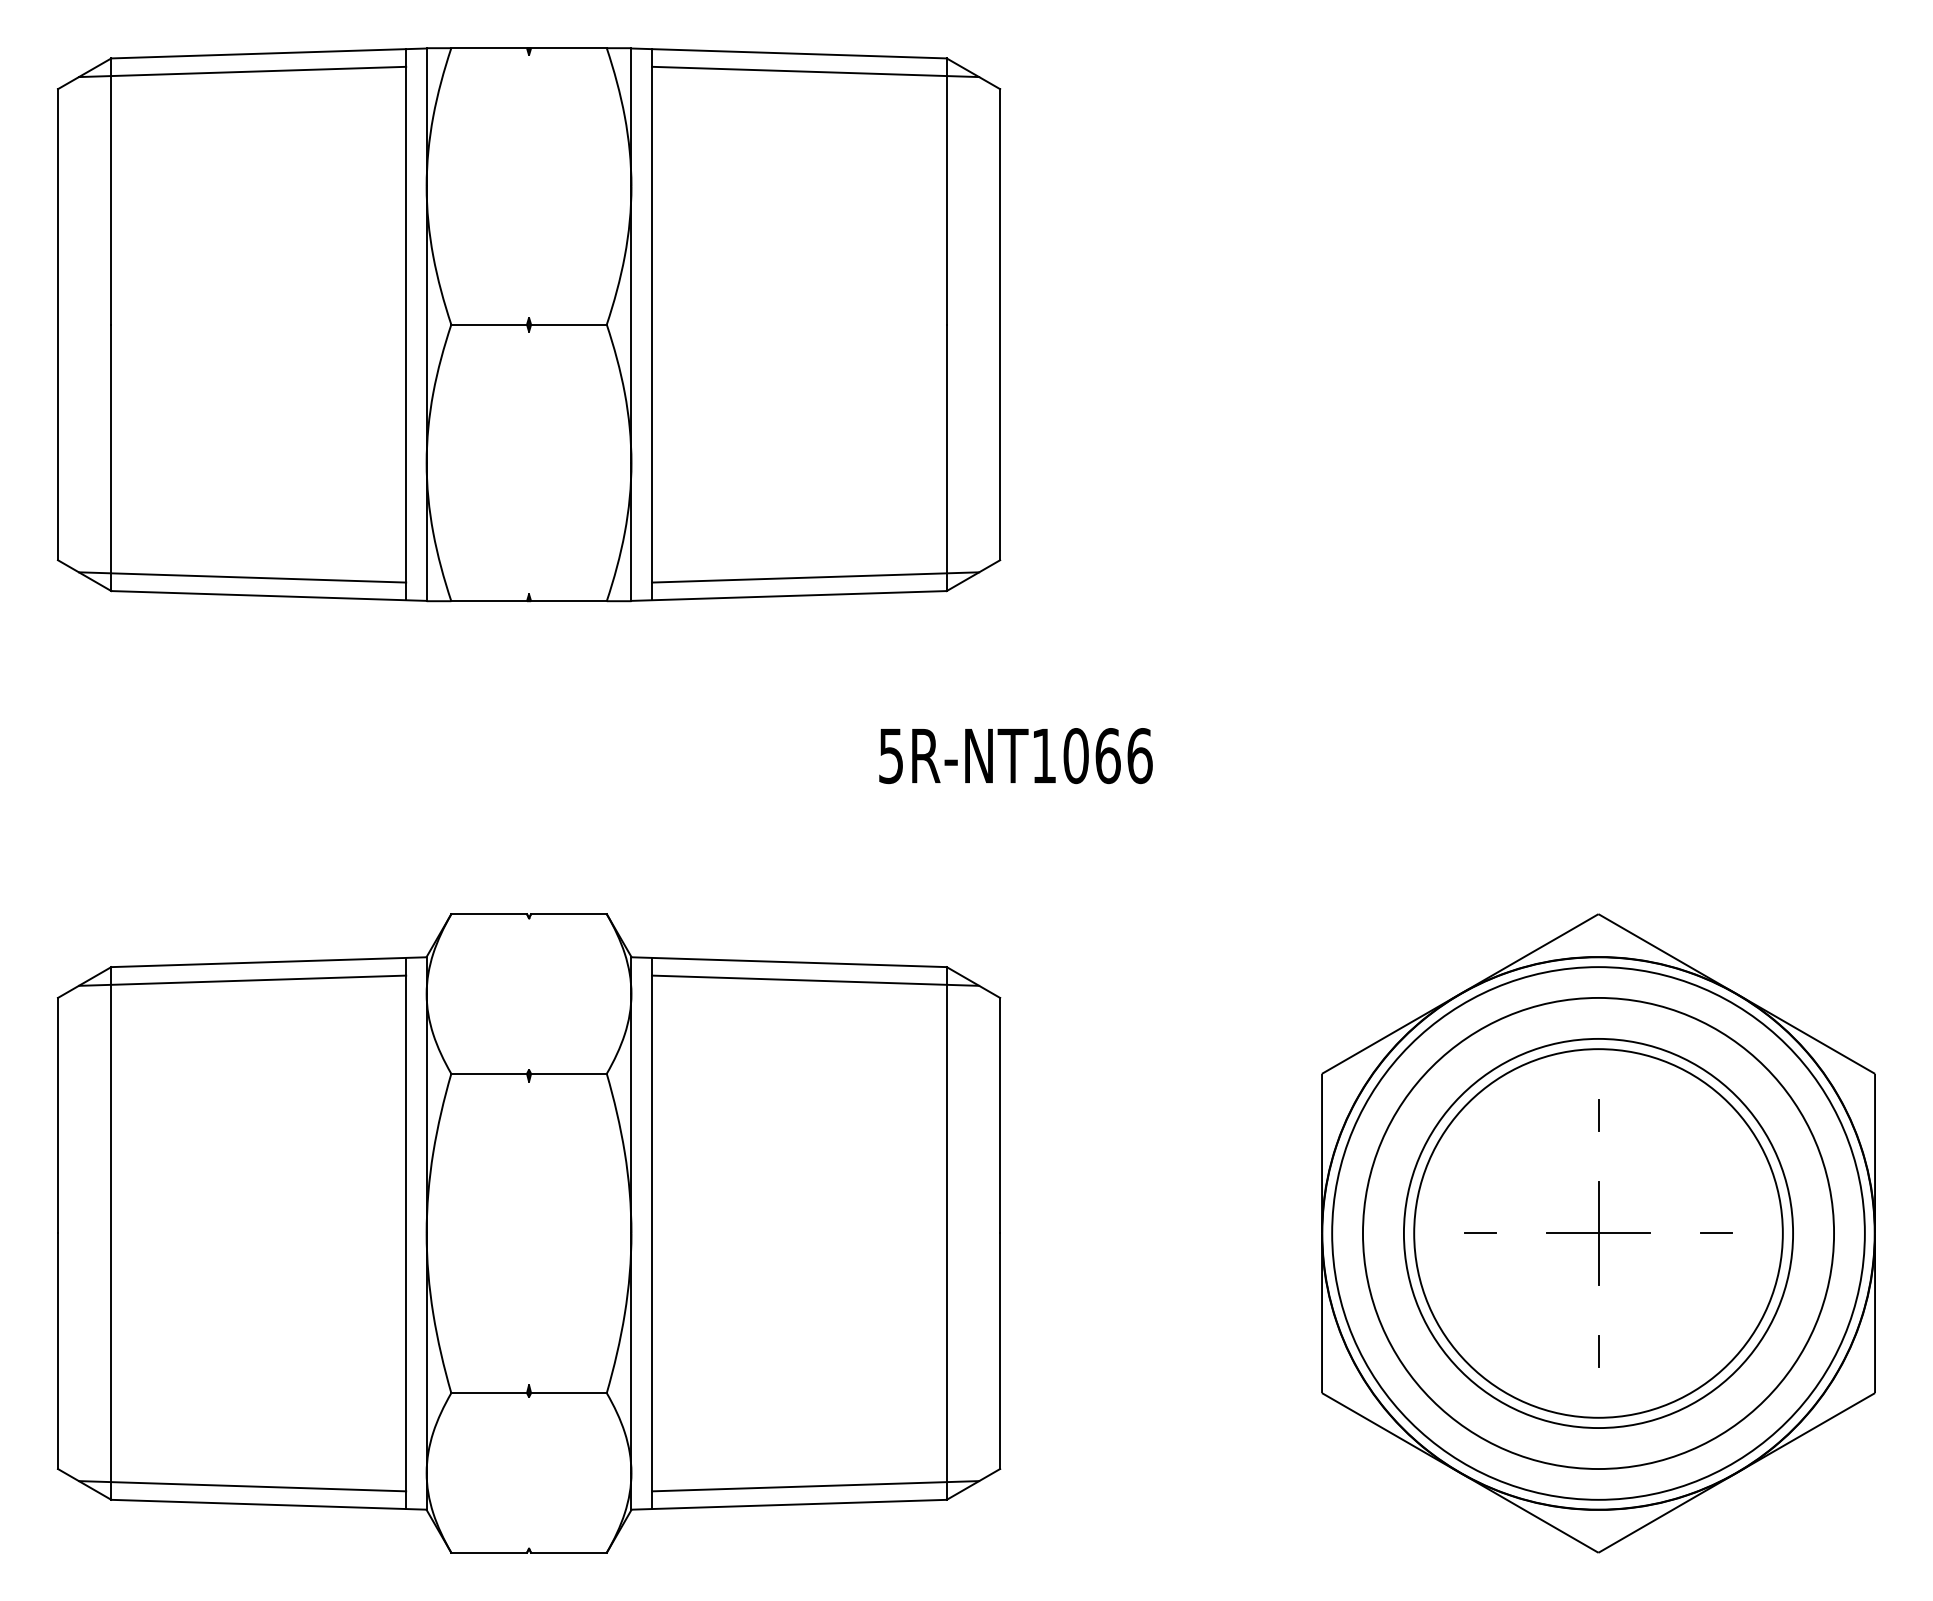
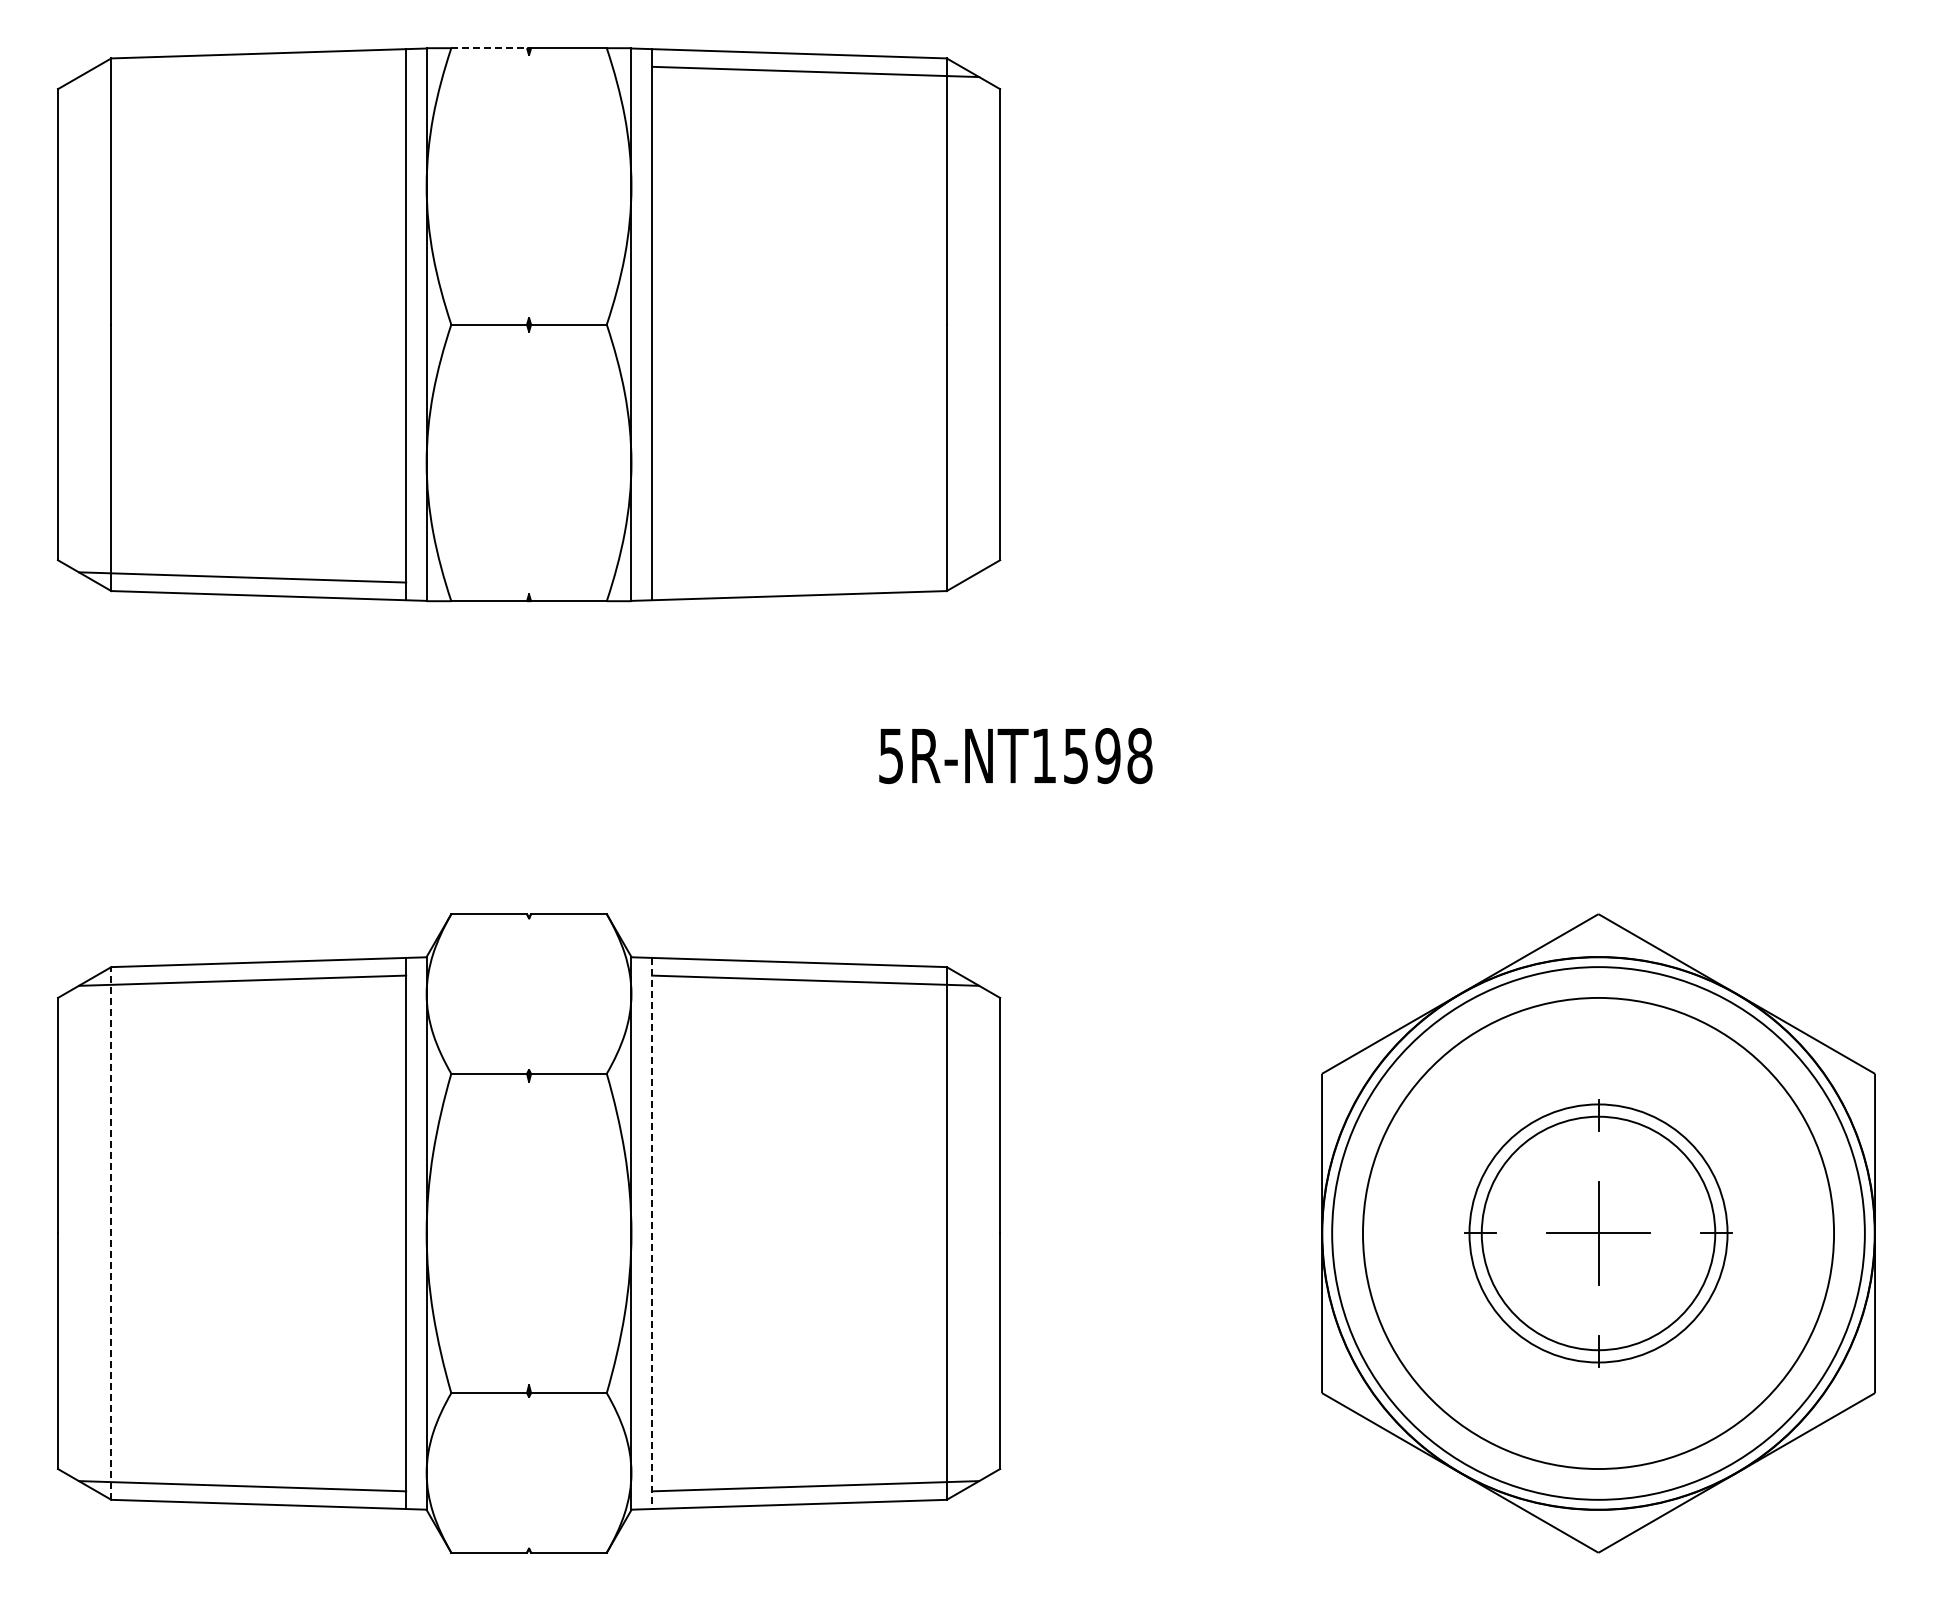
line at (489, 48): solid -> dashed
line at (242, 71): present -> none
line at (815, 577): present -> none
text at (1107, 756): 5R-NT1066 -> 5R-NT1598
line at (111, 1232): solid -> dashed
line at (651, 1233): solid -> dashed
circle at (1598, 1233) diameter: 369 px -> 258 px
circle at (1598, 1233) diameter: 389 px -> 233 px
